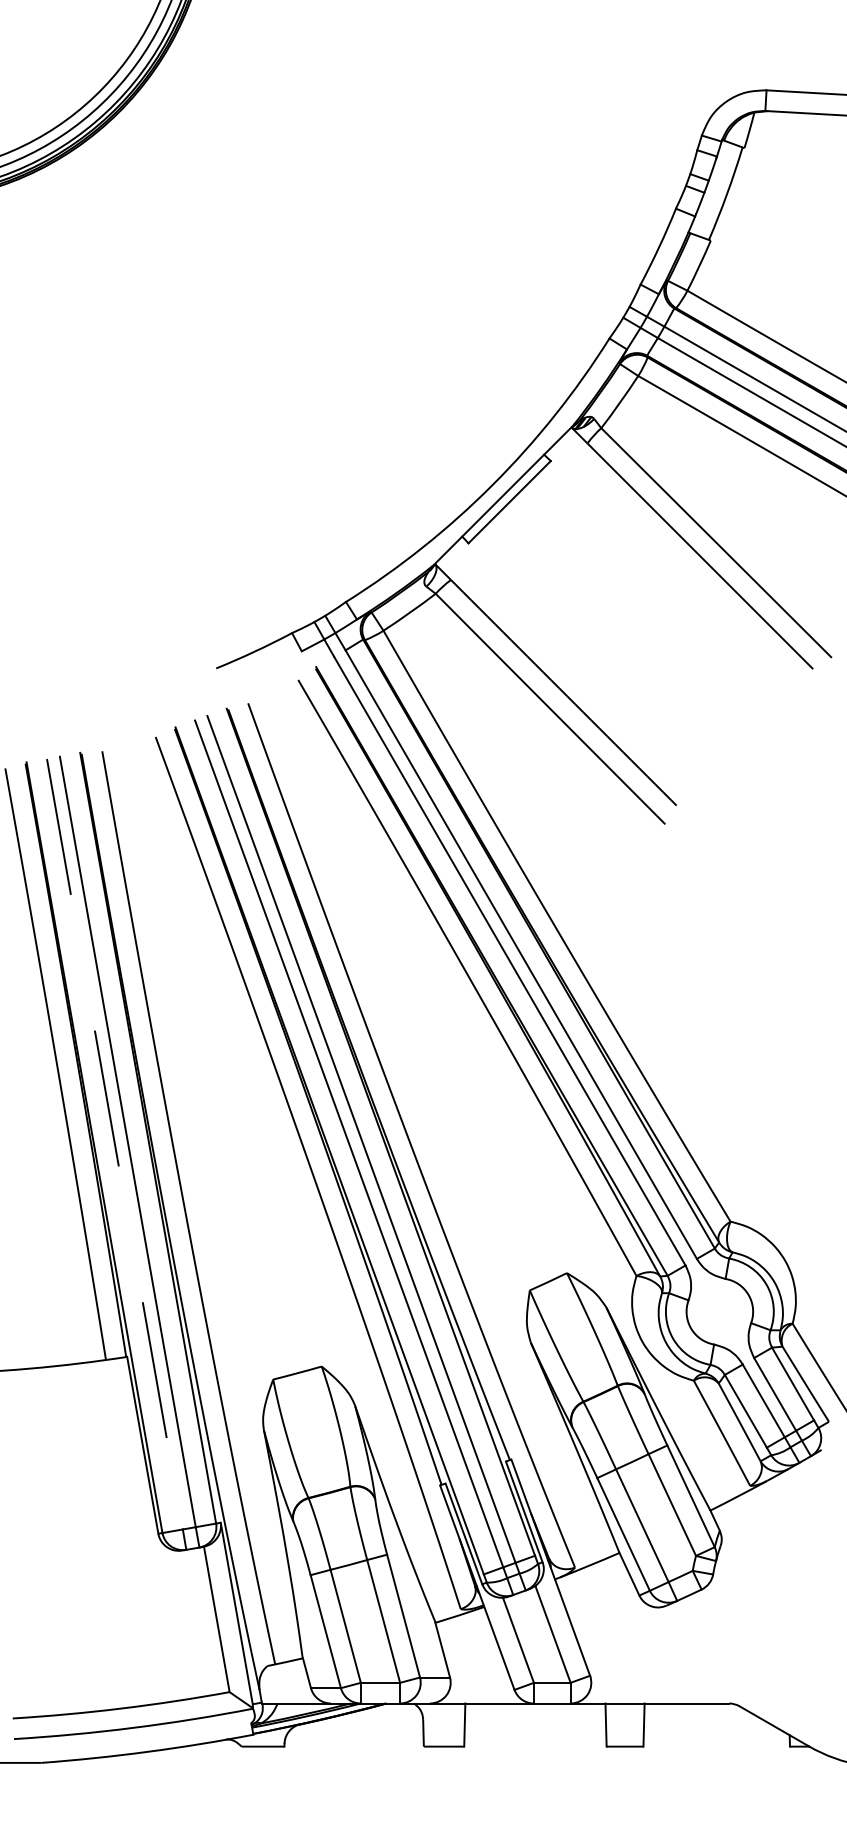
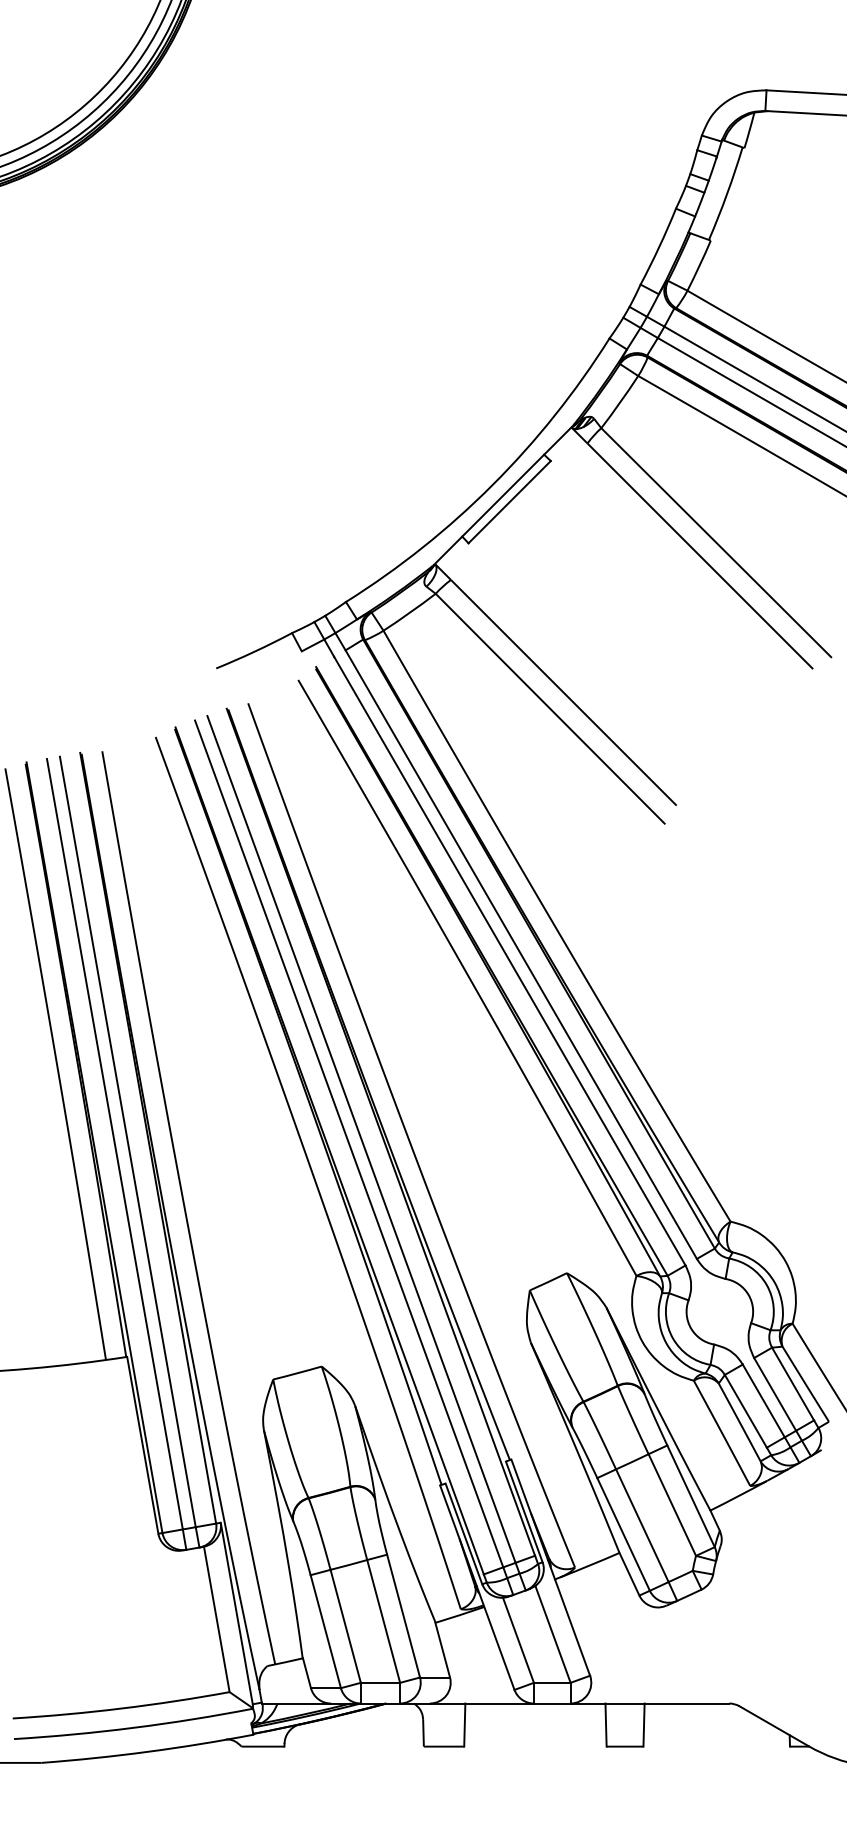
line at (115, 1144): dashed -> solid
